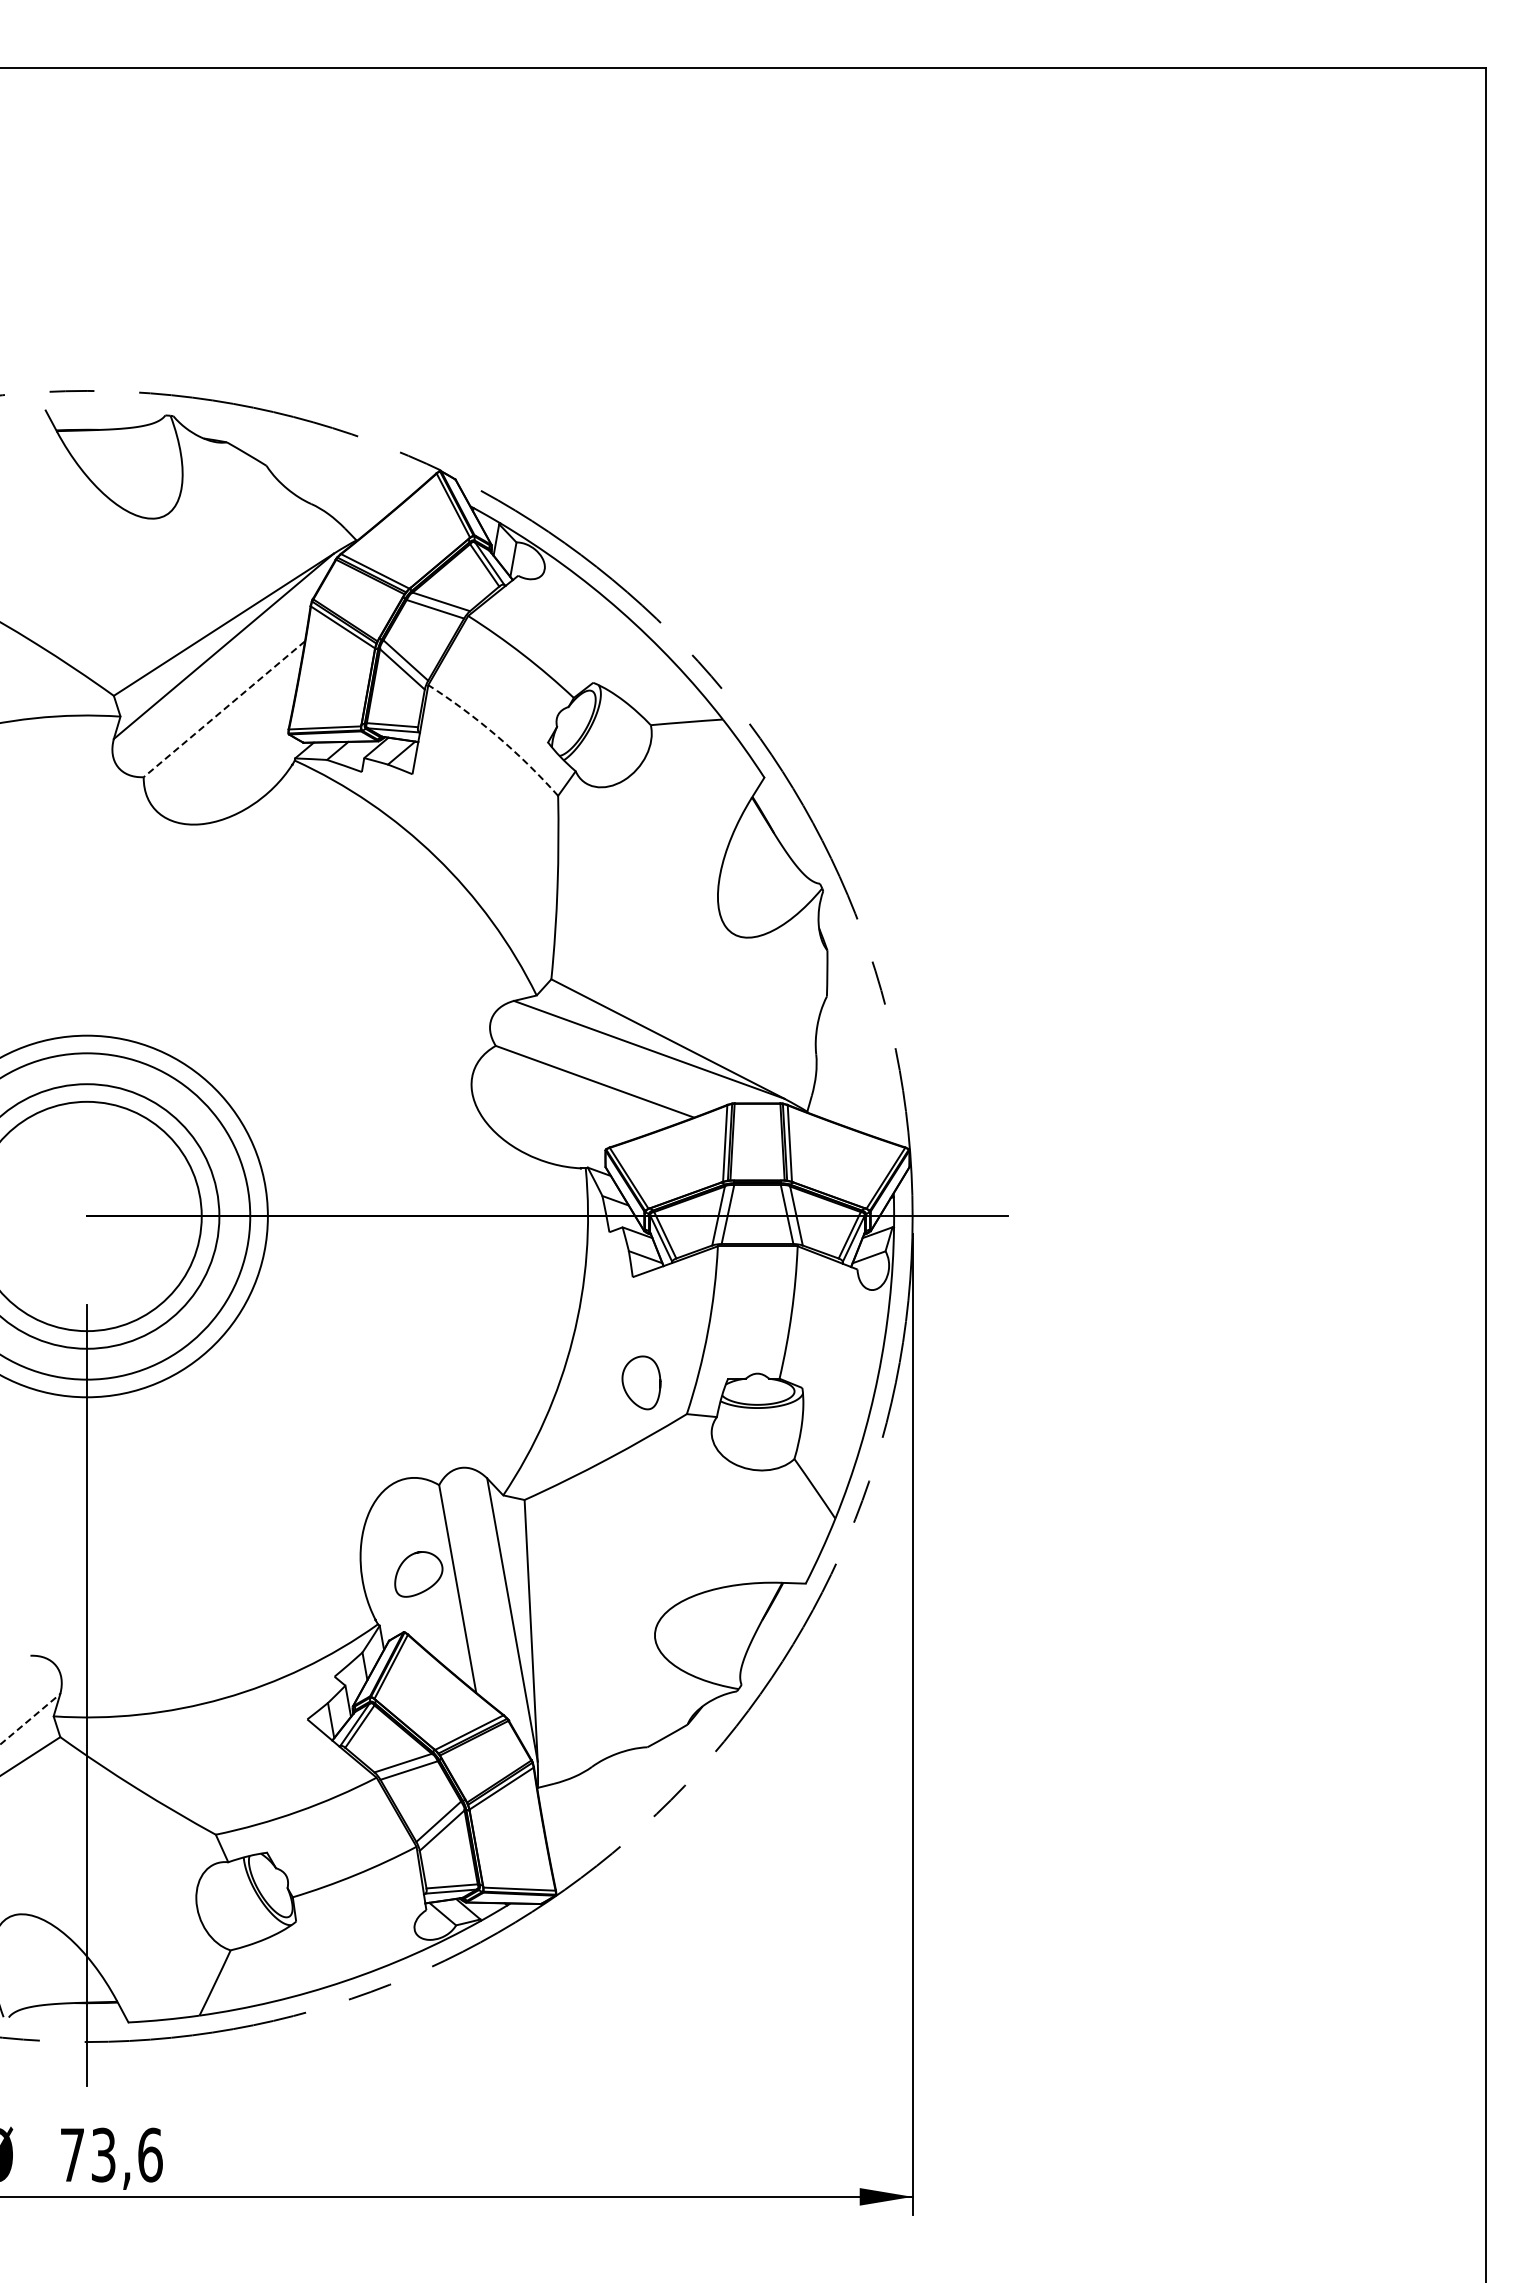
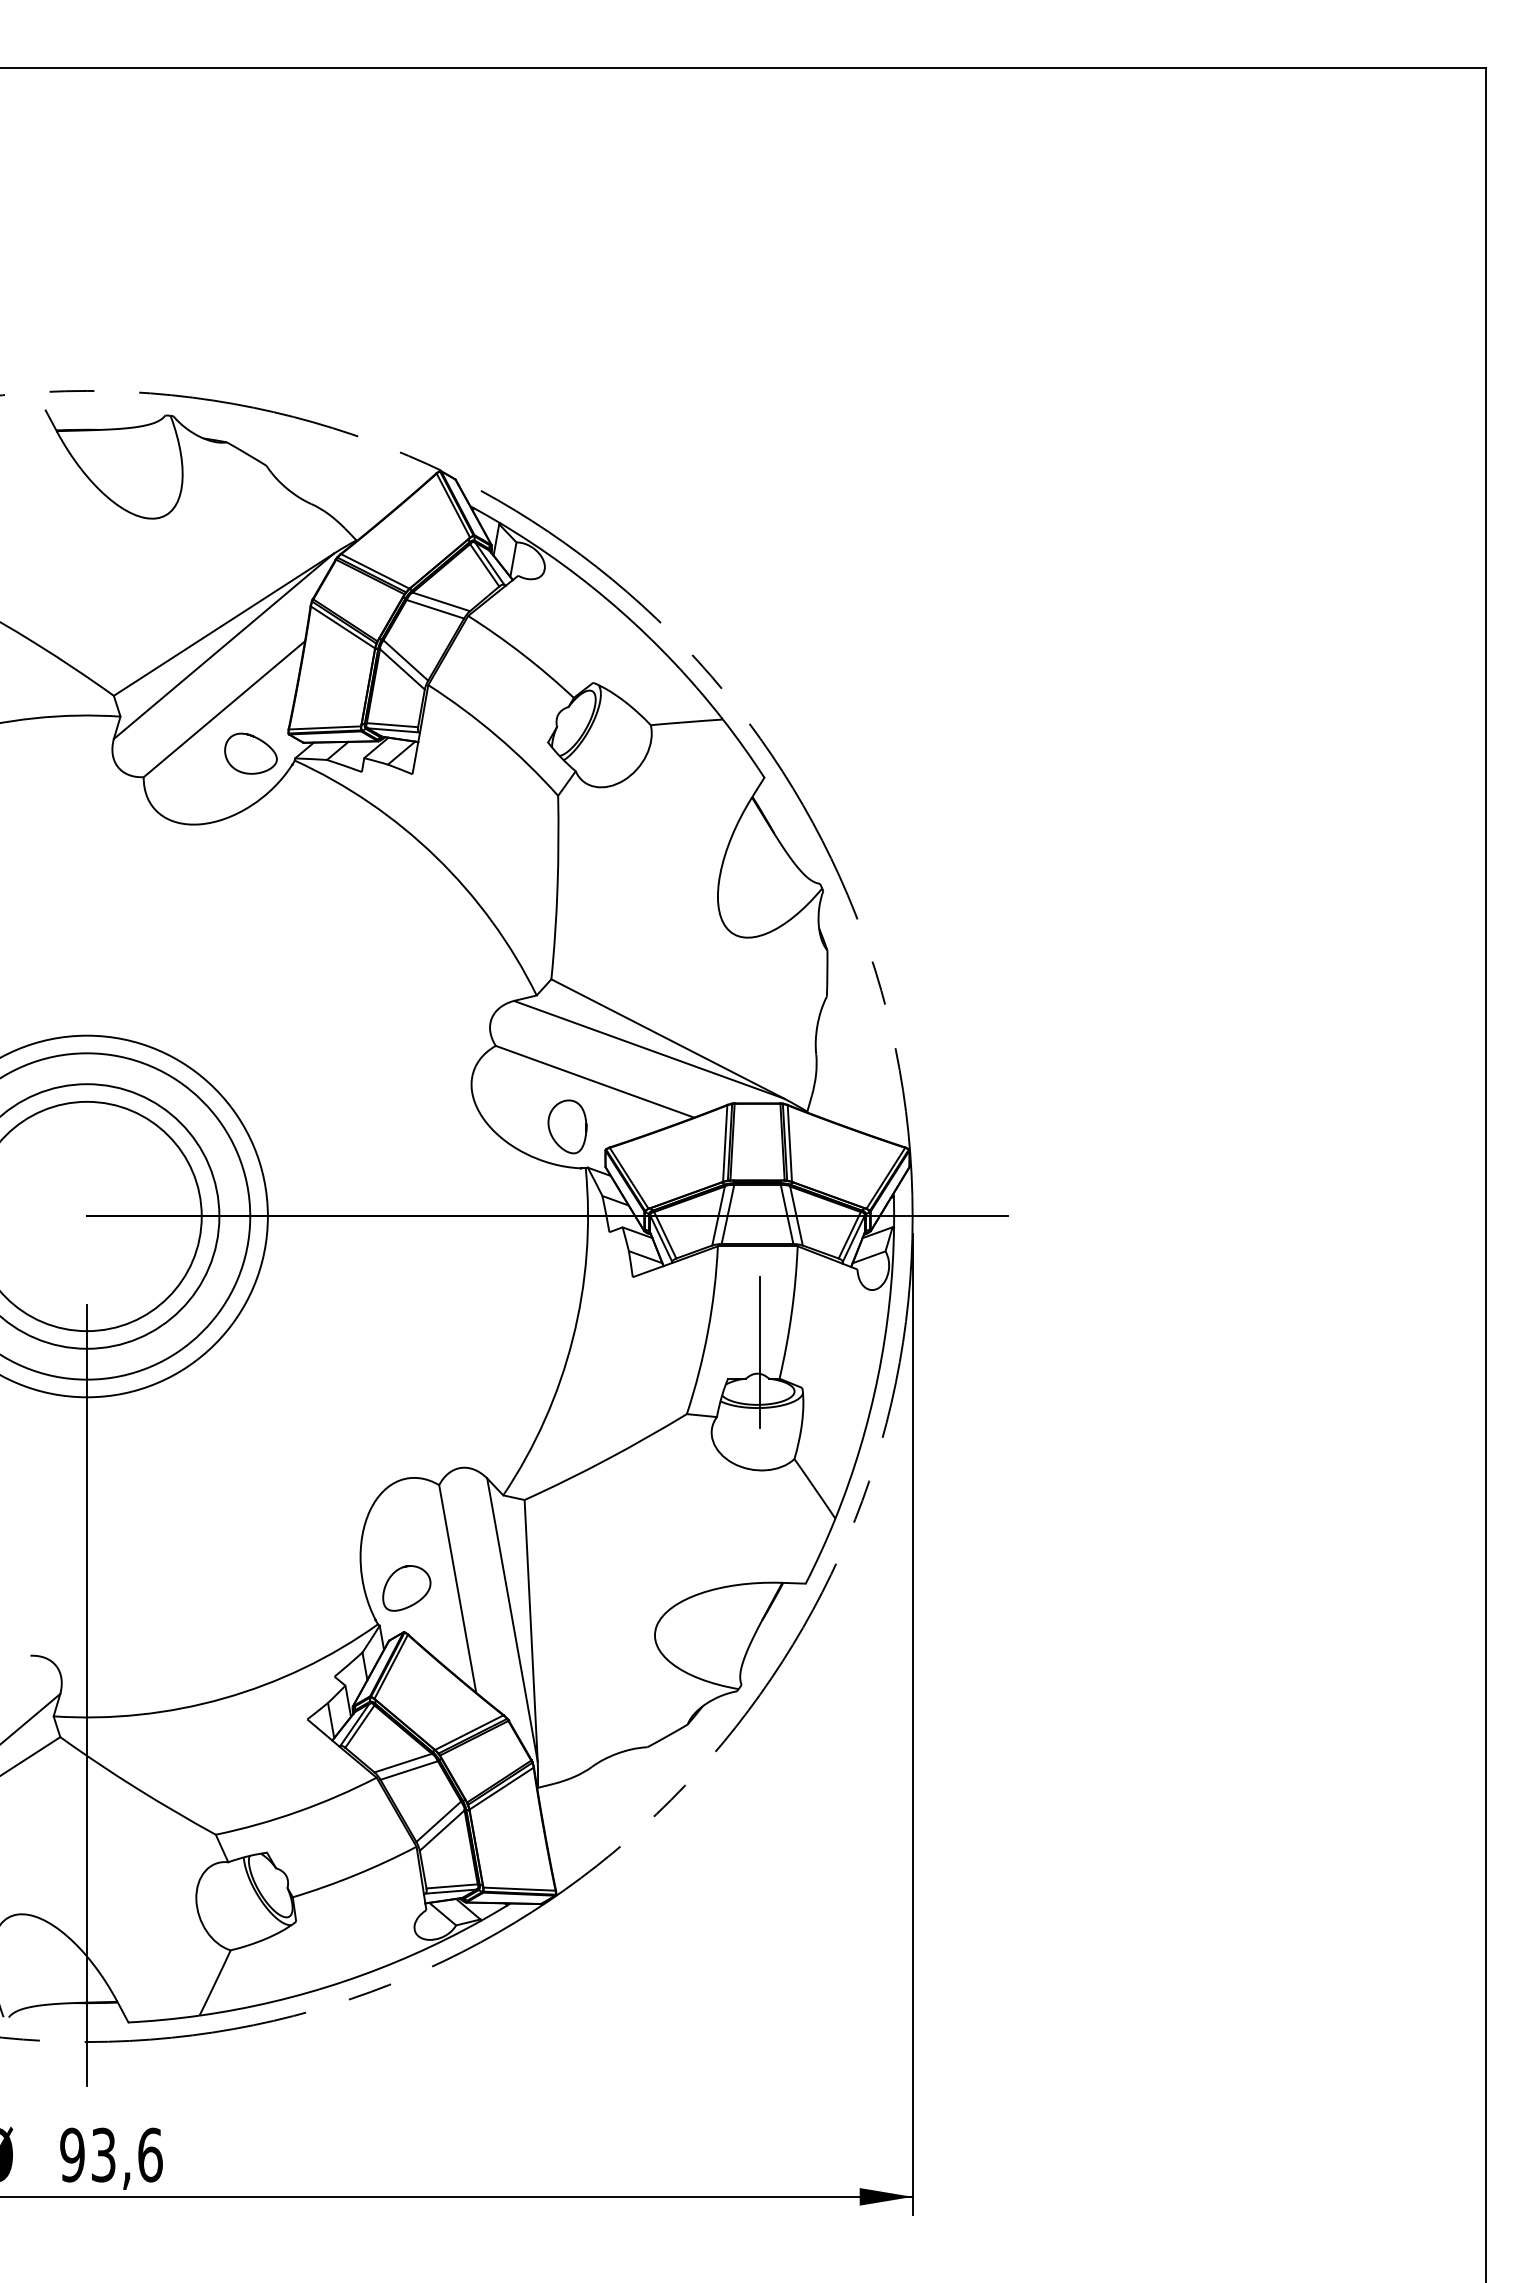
line at (223, 709): dashed -> solid
arc at (496, 736): dashed -> solid
curve at (260, 741): none -> present
line at (760, 1352): none -> present
curve at (626, 1390) position: (626, 1390) -> (552, 1134)
curve at (426, 1588) position: (426, 1588) -> (414, 1602)
line at (30, 1719): dashed -> solid
text at (72, 2154): 73,6 -> 93,6
